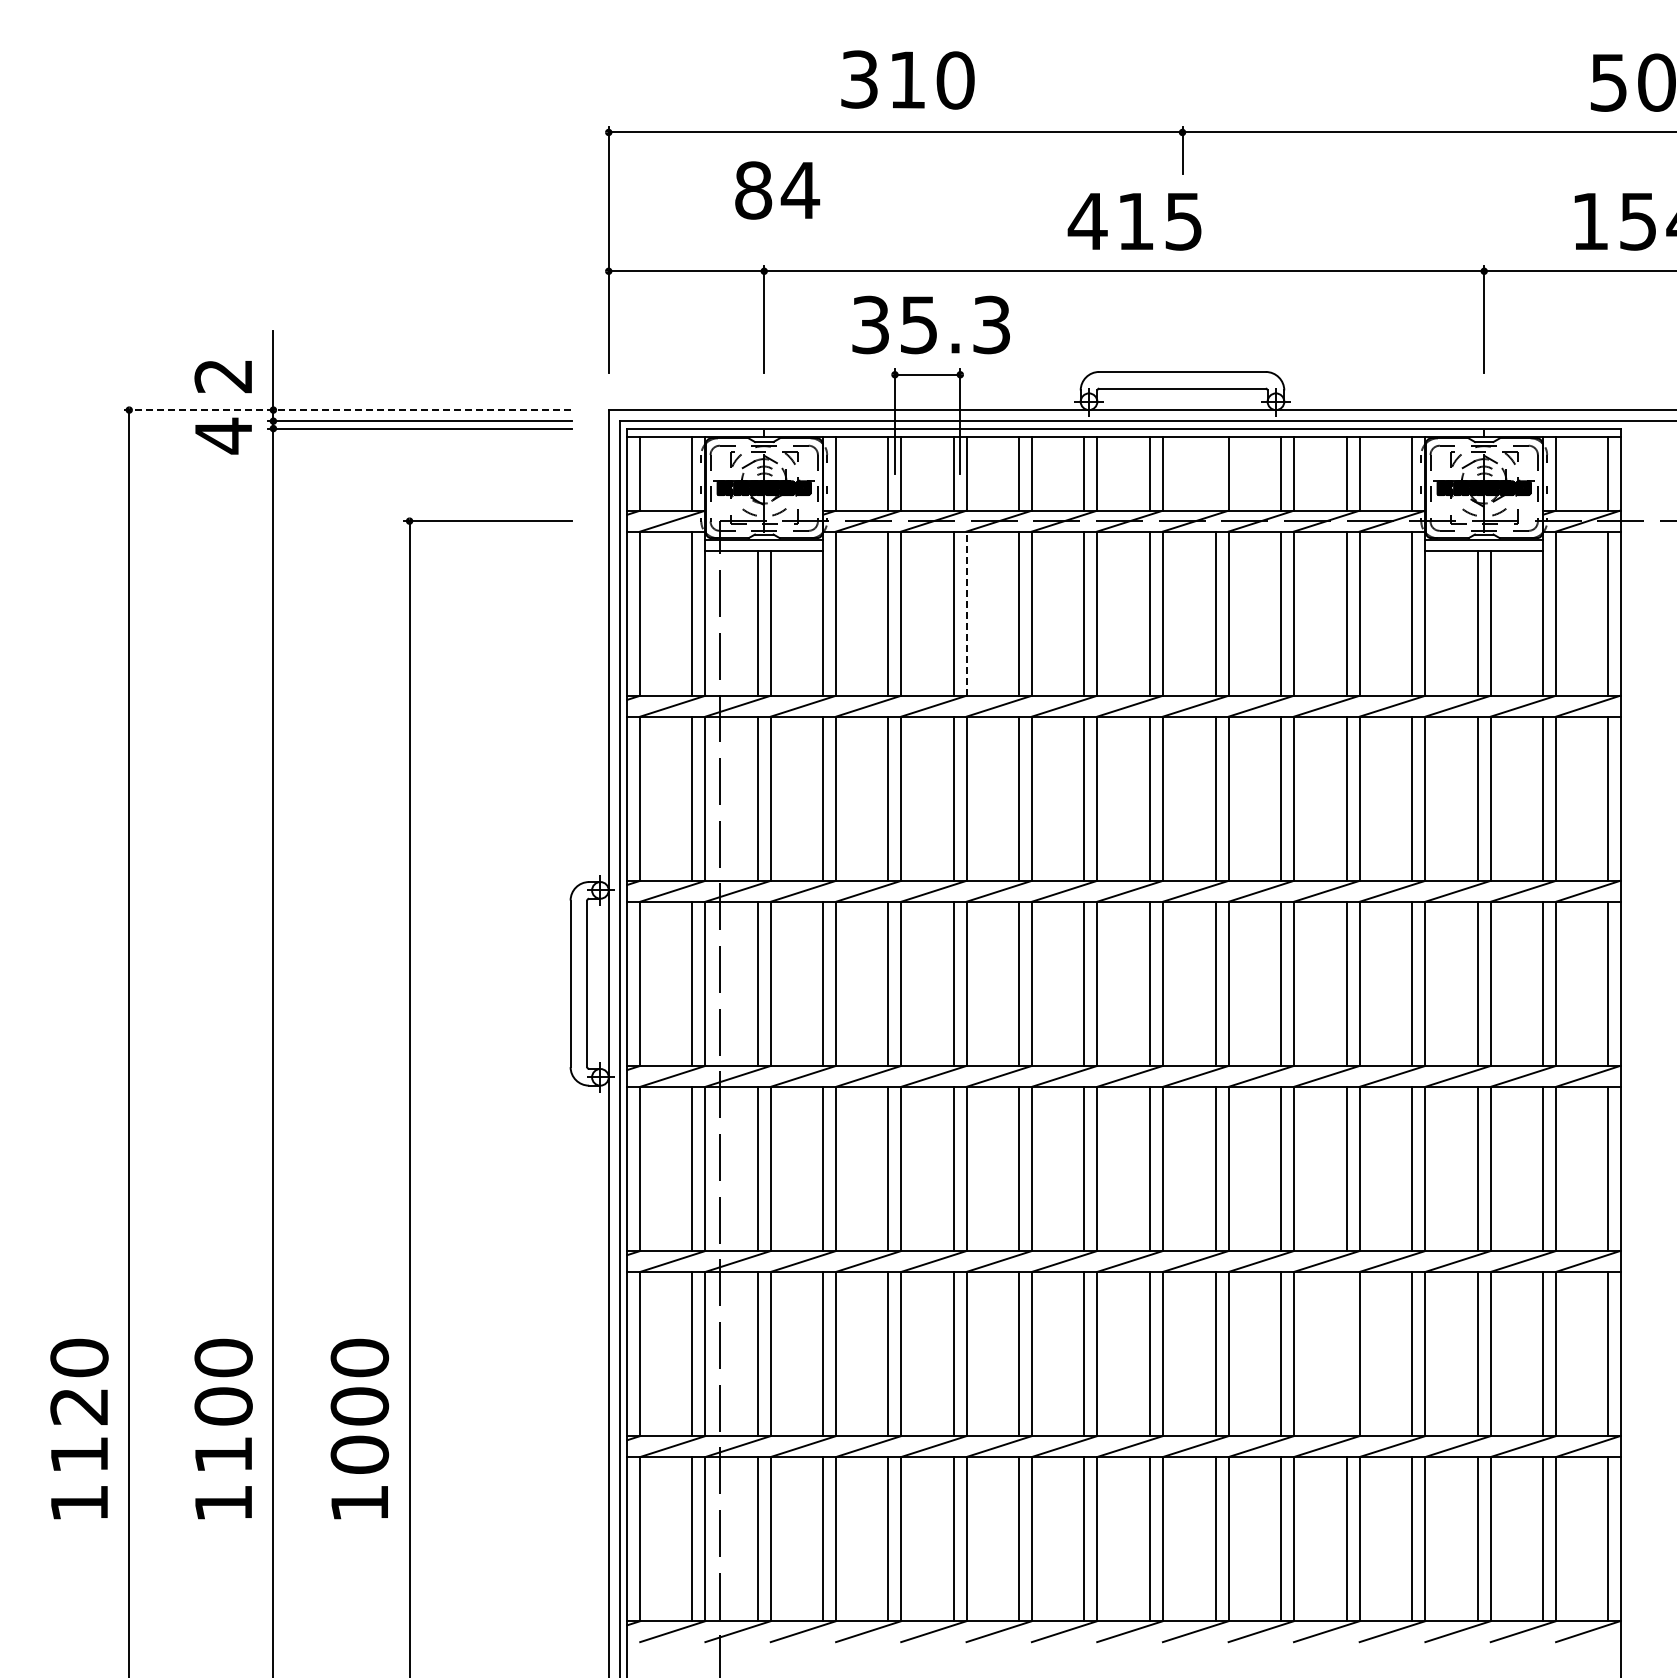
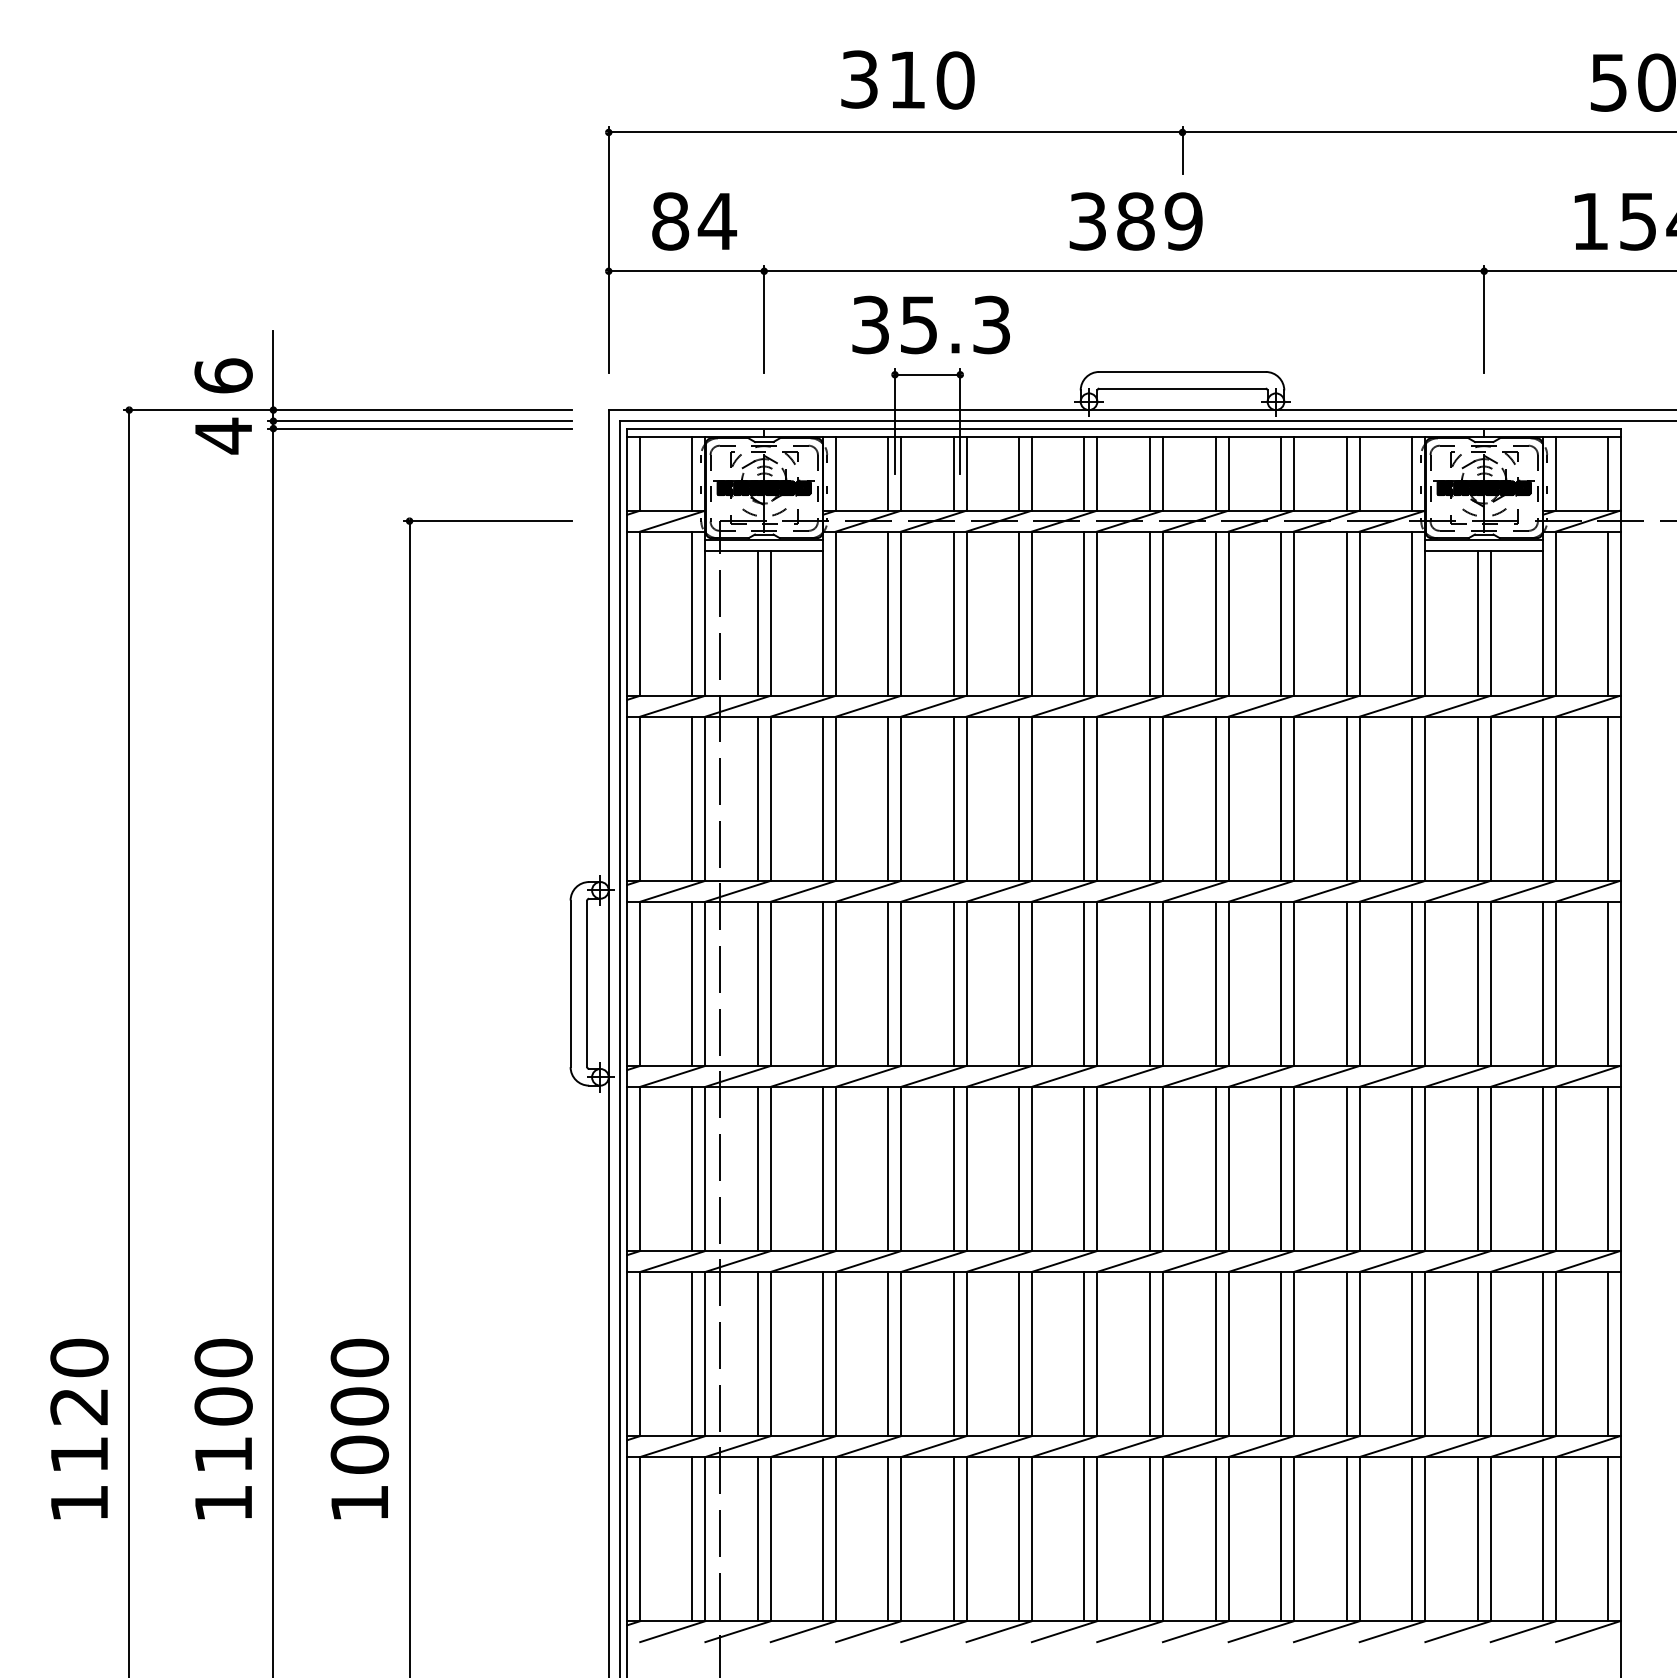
text at (777, 190) position: (777, 190) -> (694, 221)
text at (1134, 221): 415 -> 389
text at (223, 375): 2 -> 6
line at (348, 410): dashed -> solid
line at (1215, 473): none -> present
line at (966, 613): dashed -> solid
line at (1346, 1353): none -> present
